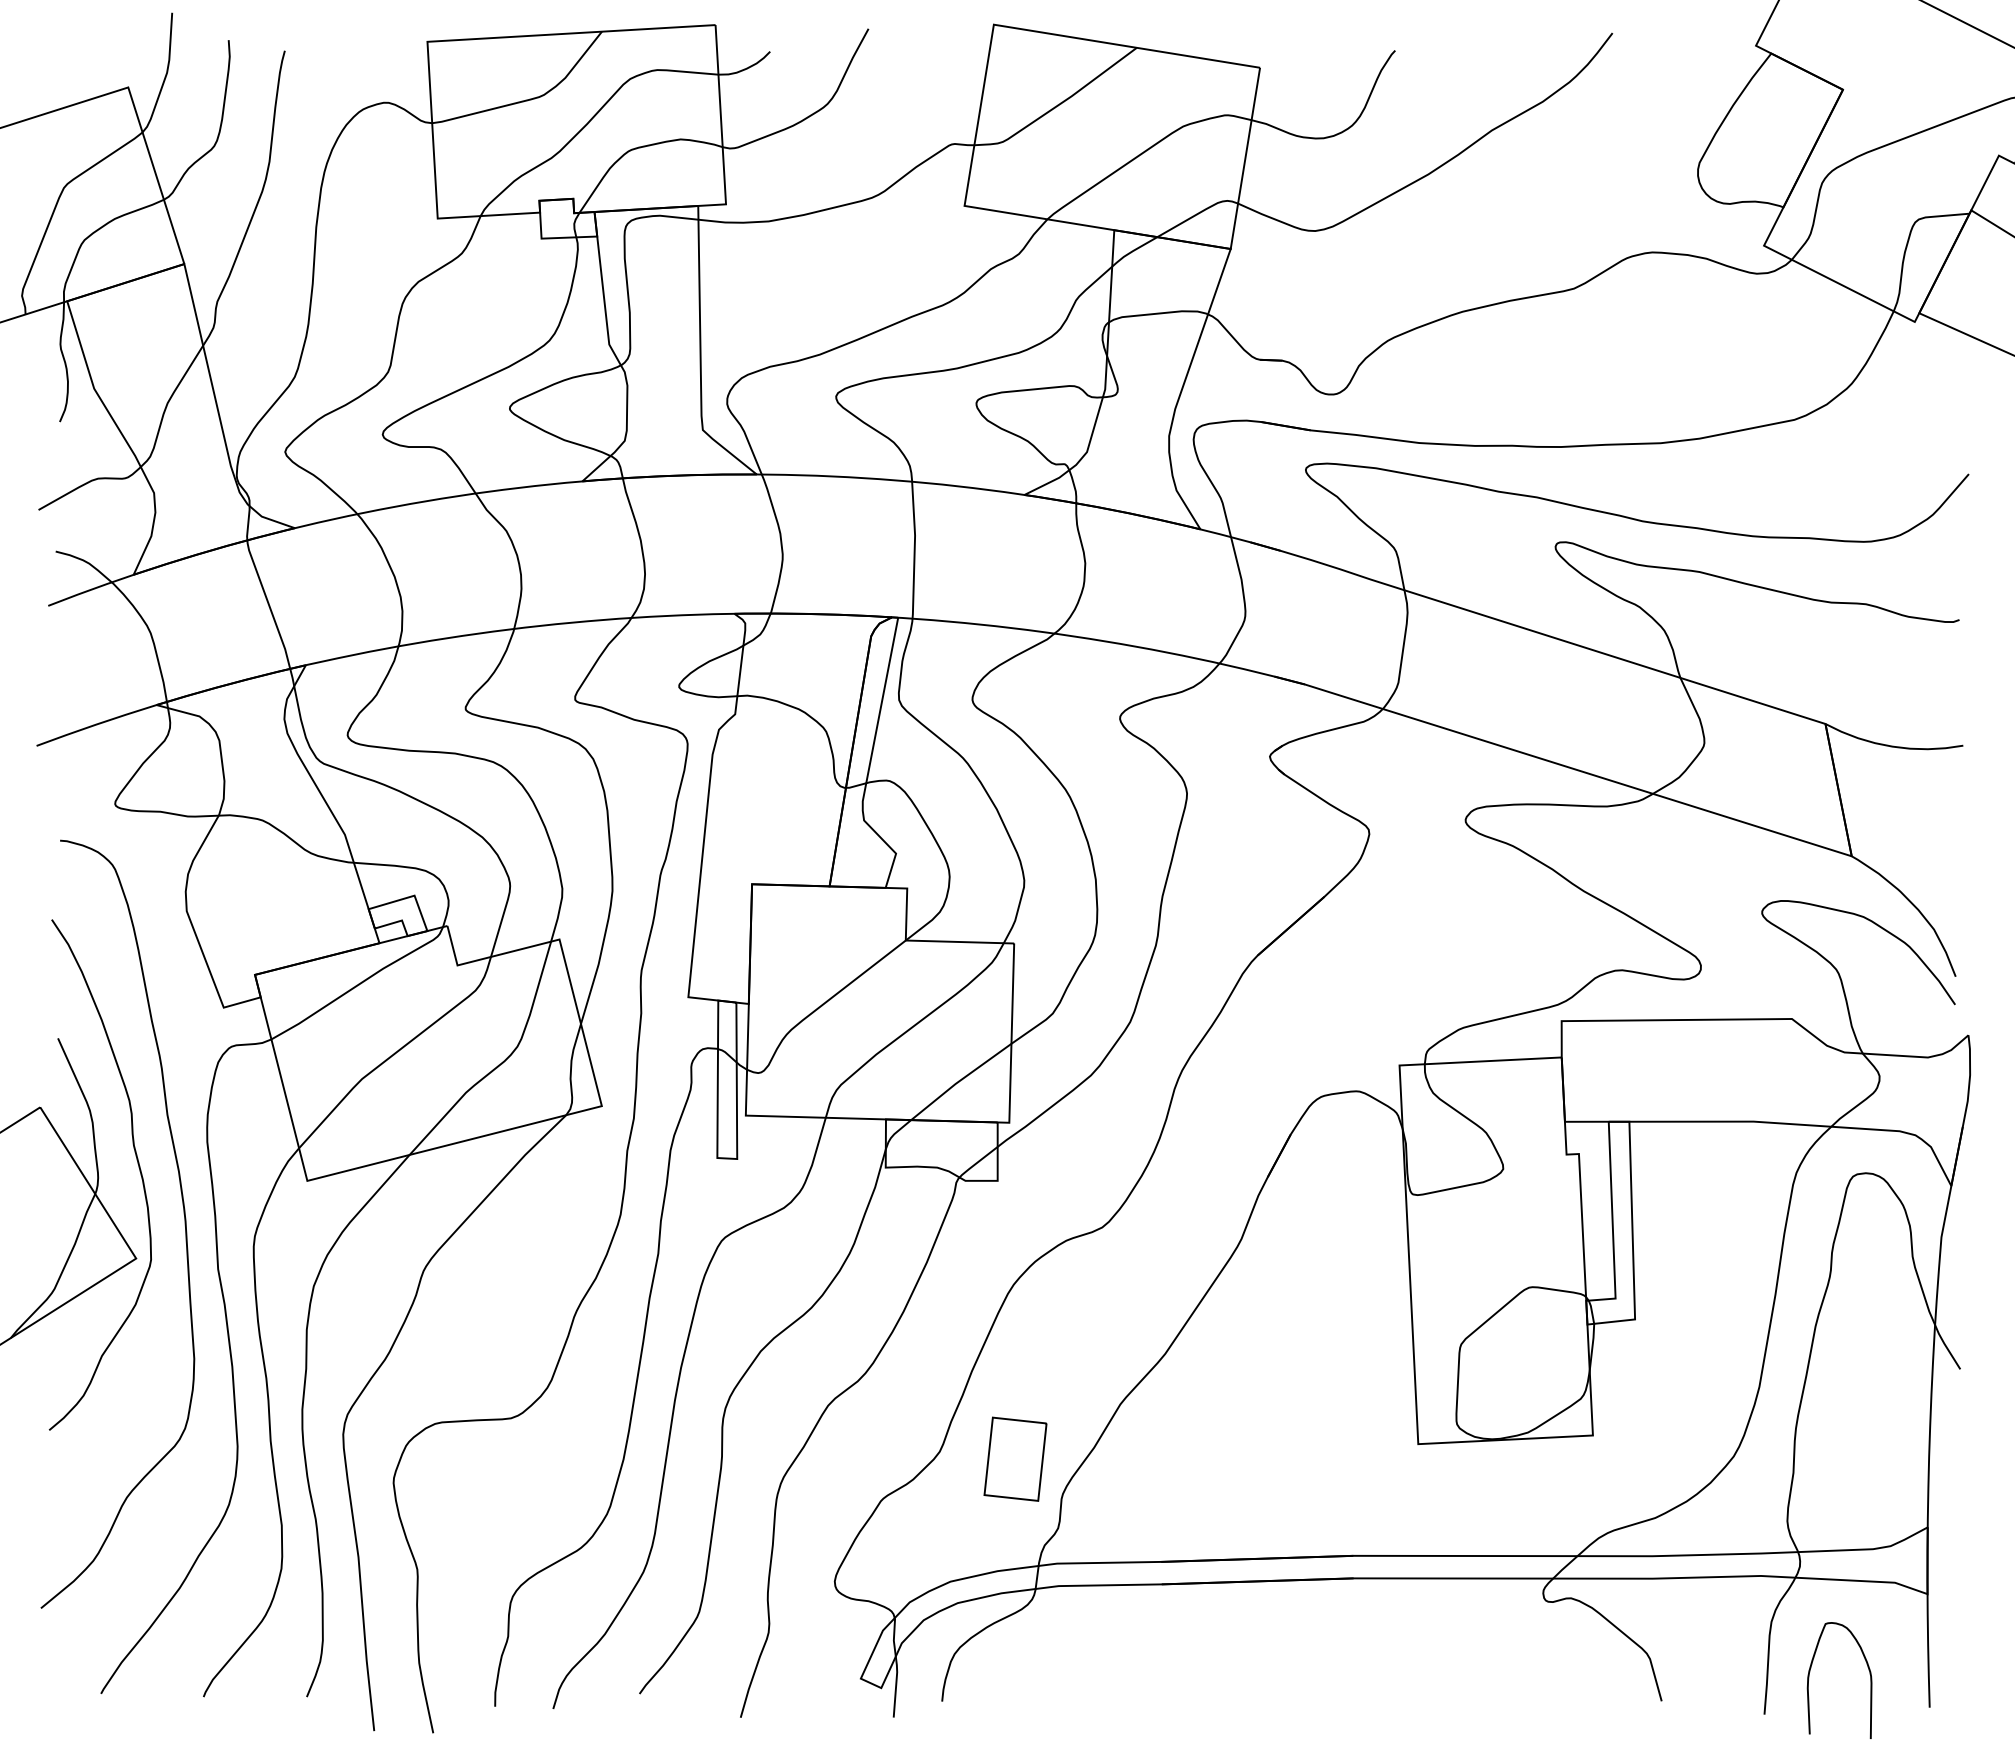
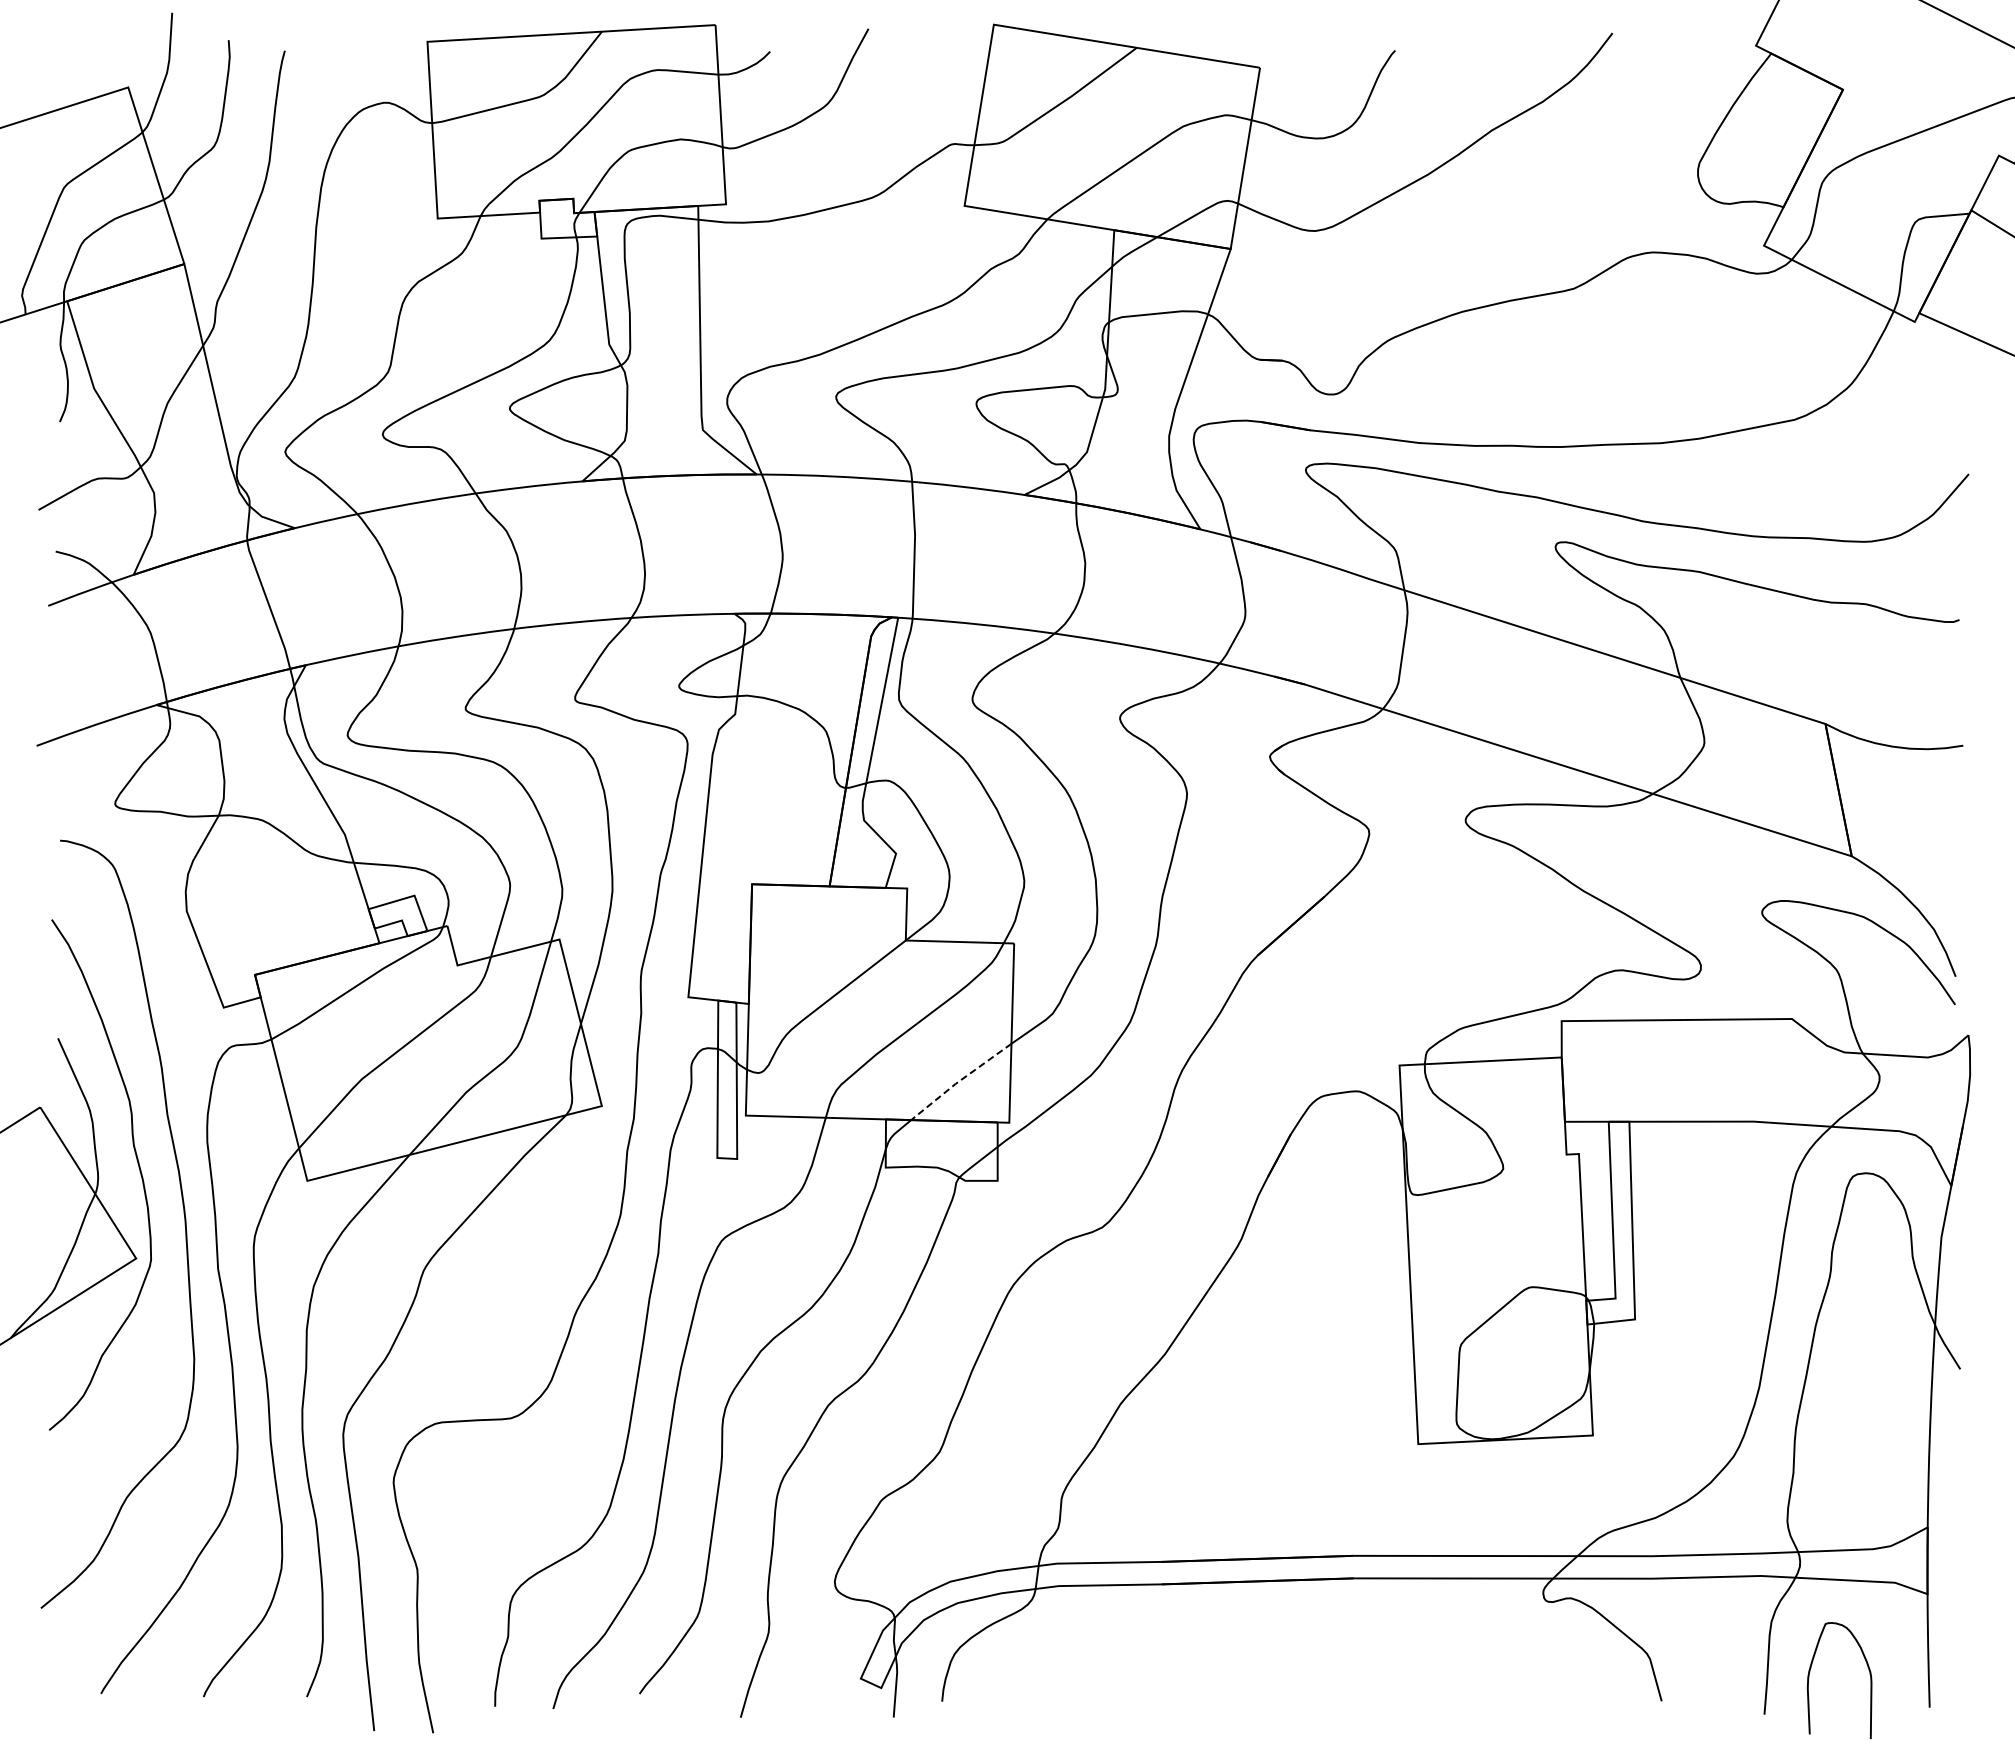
line at (959, 1081): solid -> dashed
part at (1015, 1458): present -> none
